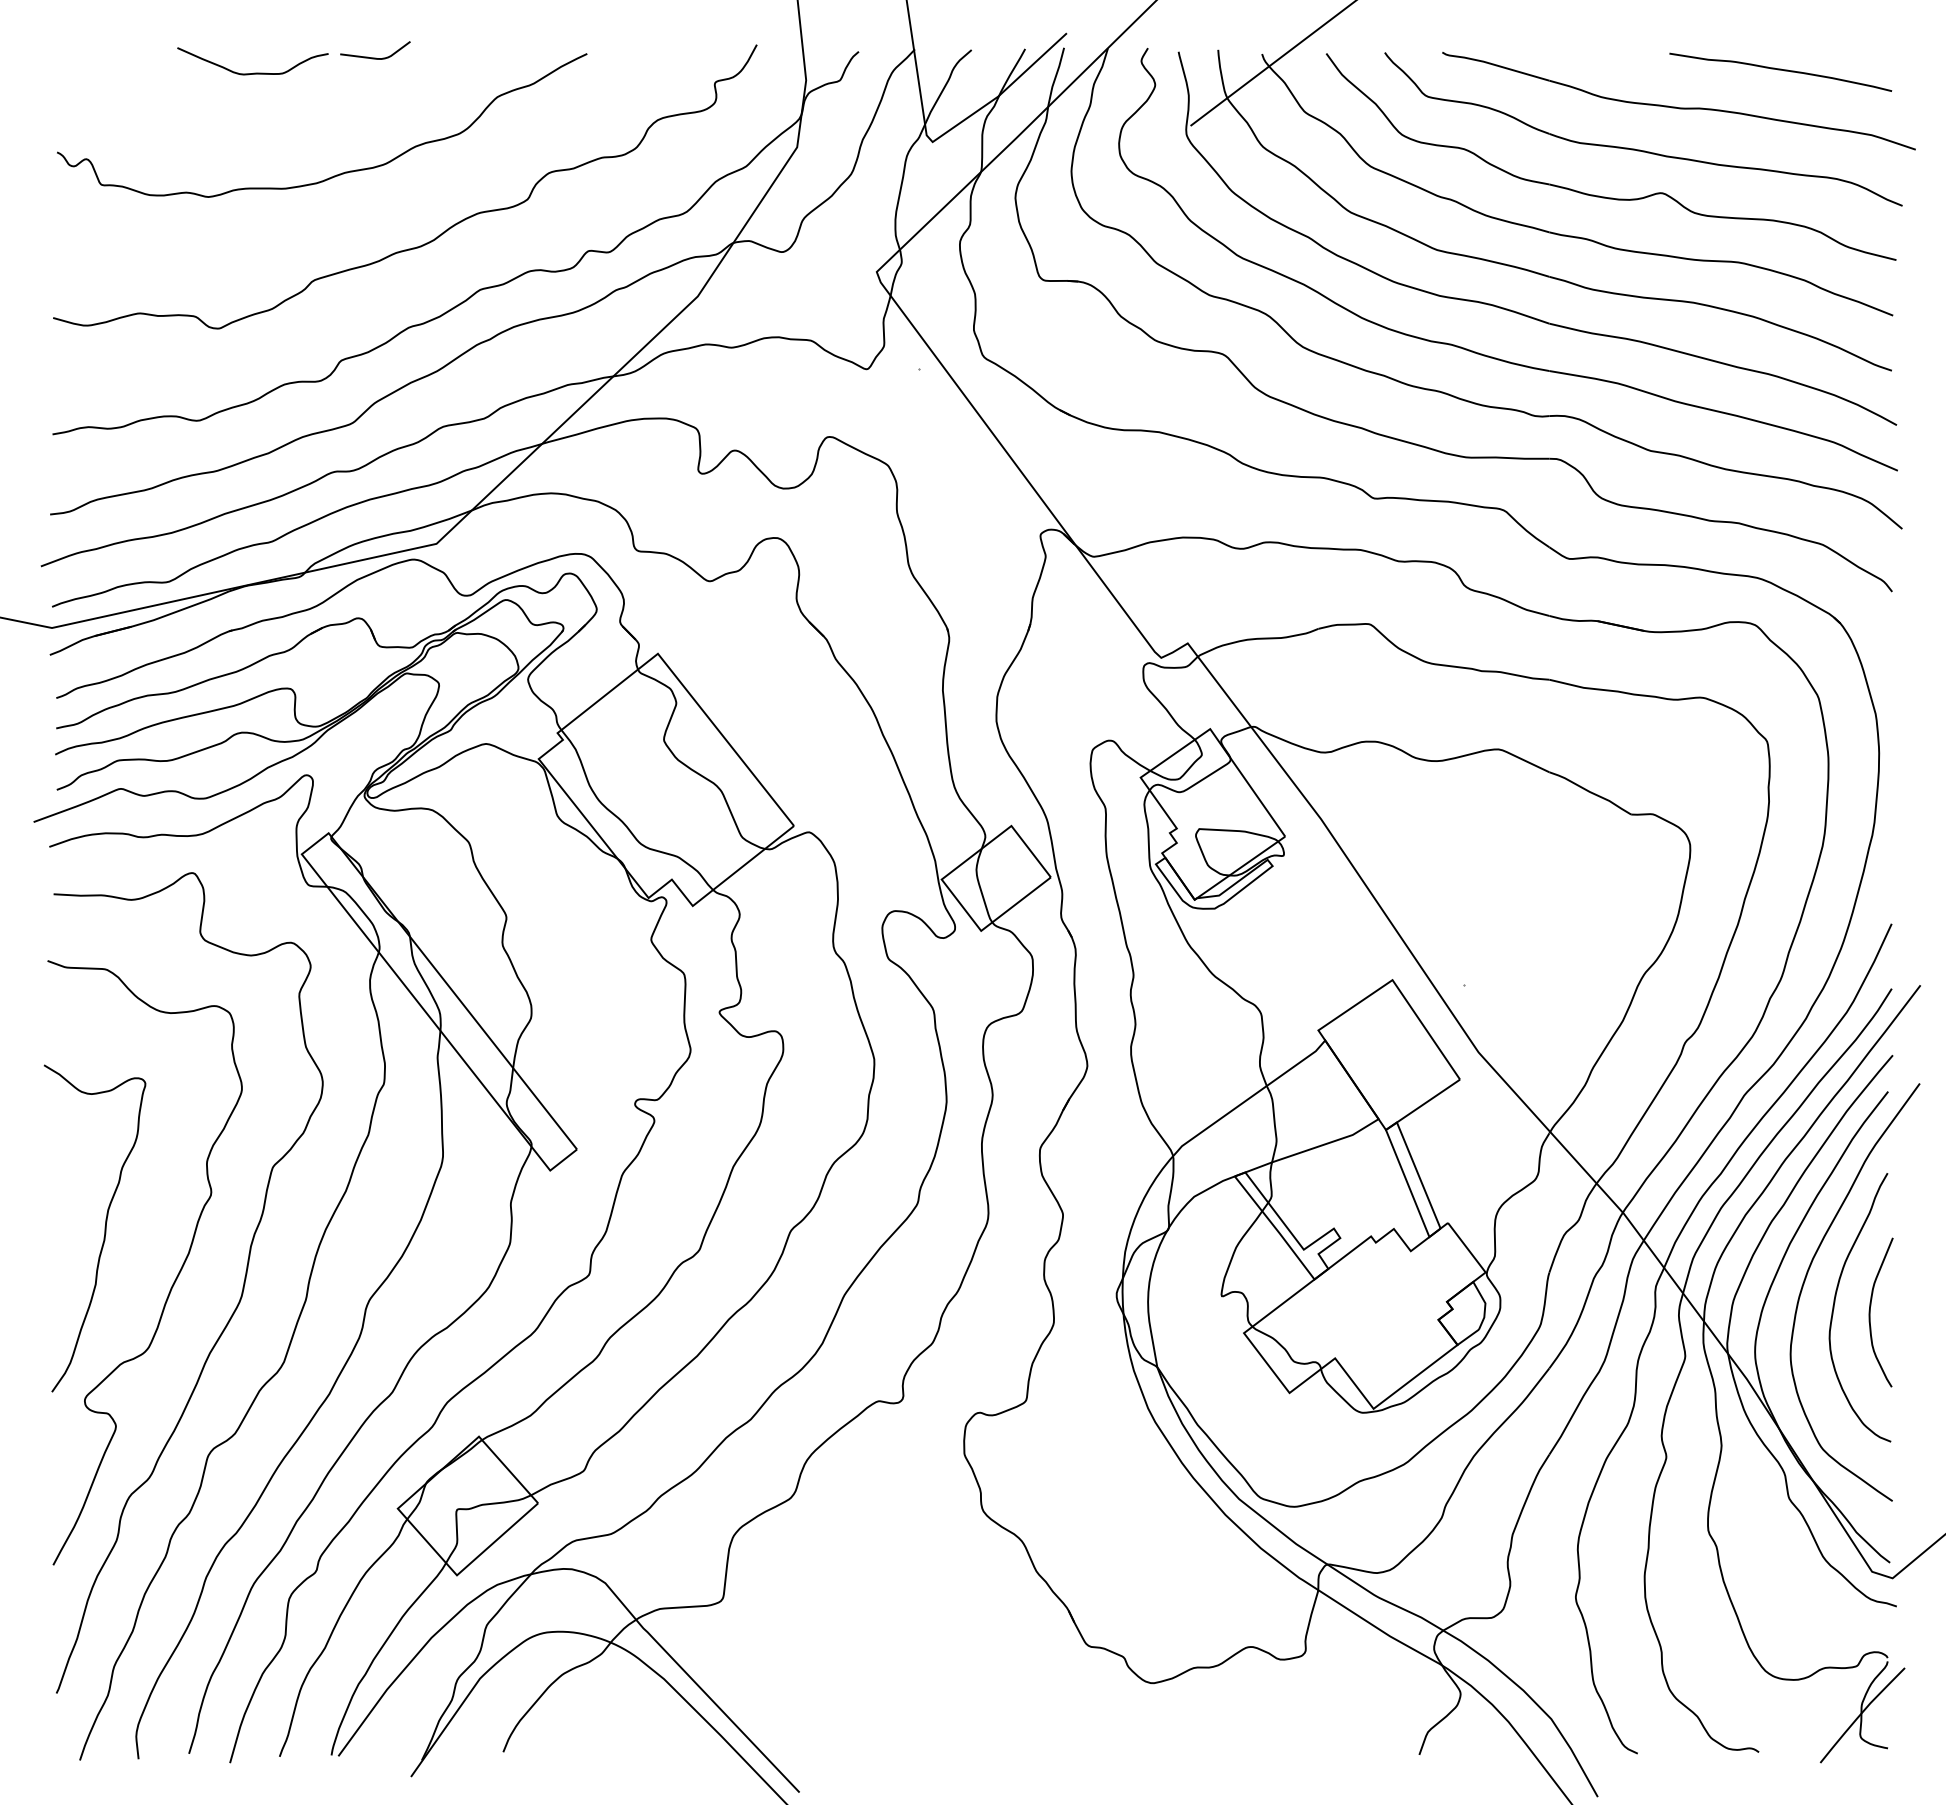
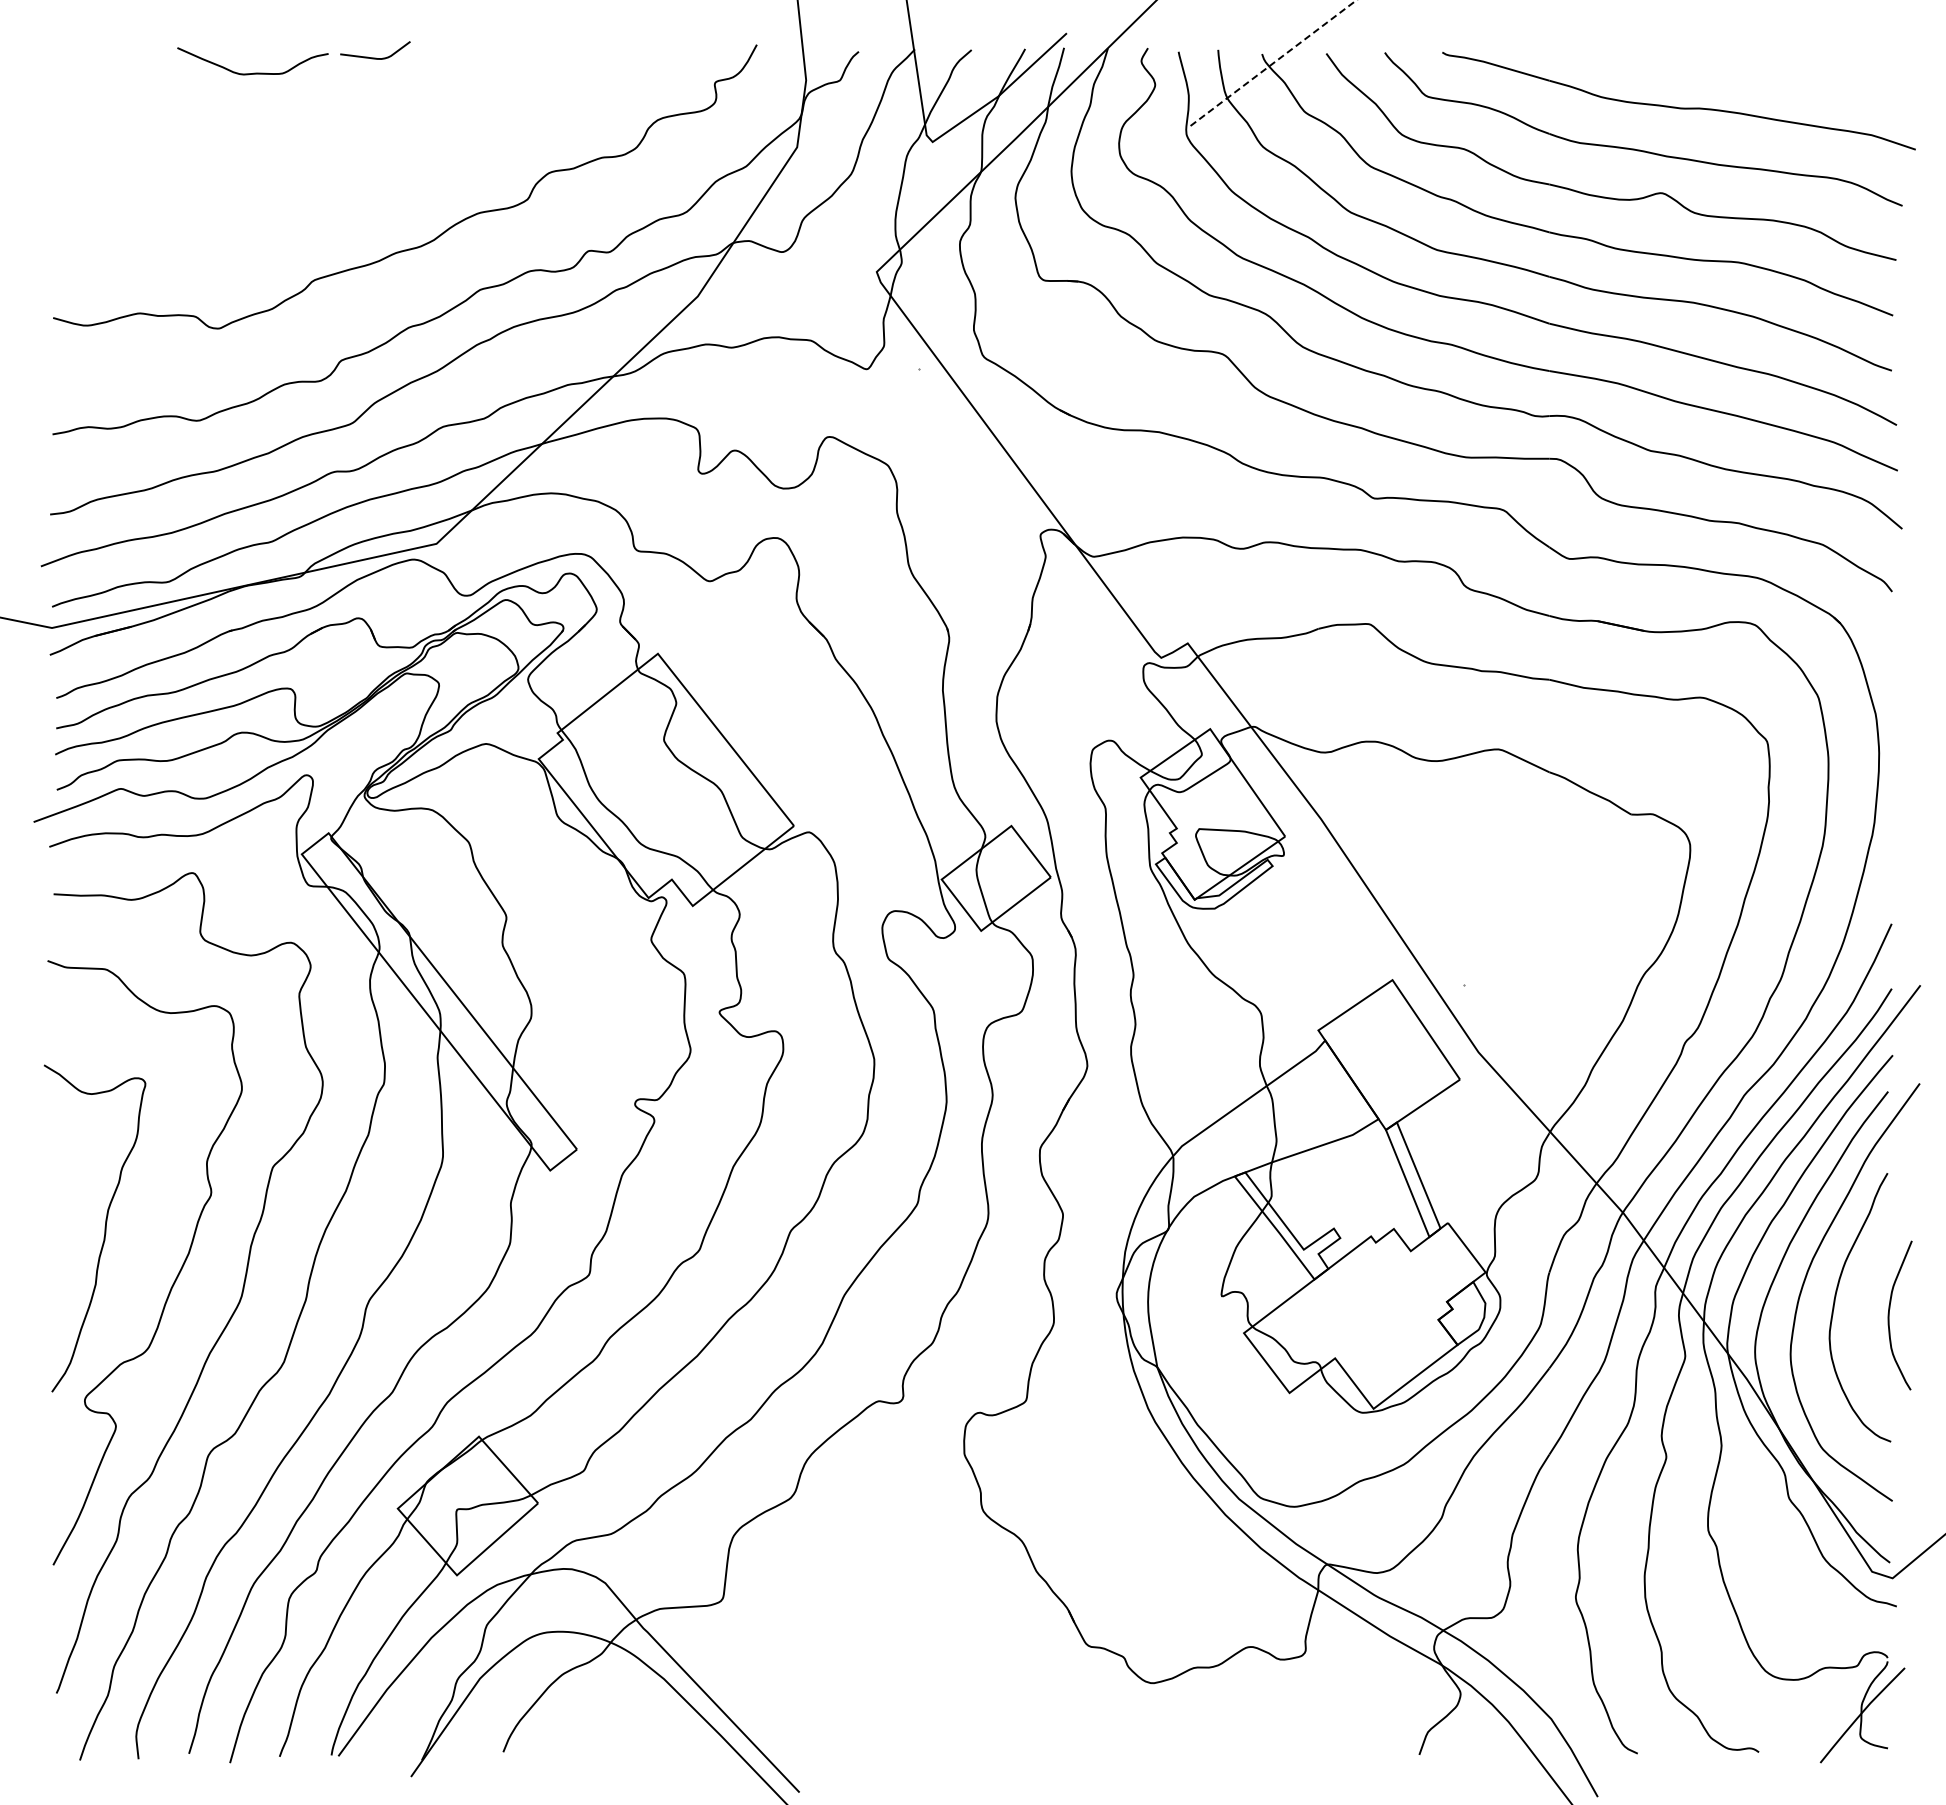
line at (1274, 62): solid -> dashed
curve at (1780, 70): present -> none
curve at (339, 173): present -> none
curve at (1870, 1312) position: (1870, 1312) -> (1889, 1315)
